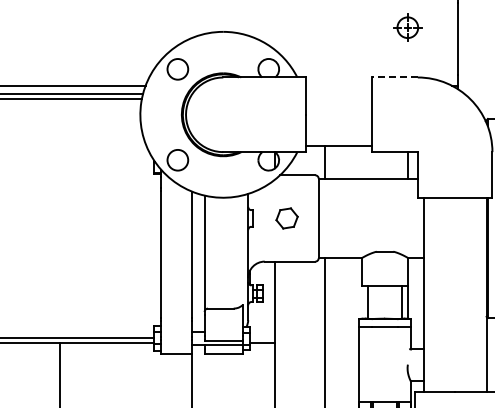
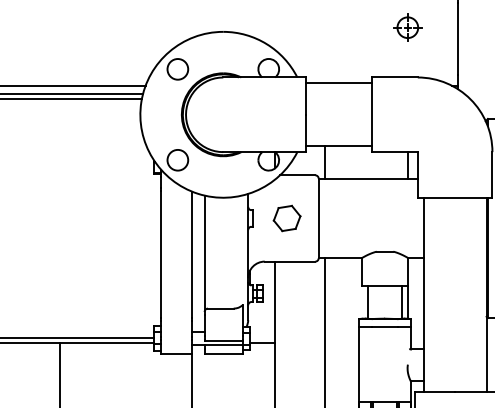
line at (394, 77): dashed -> solid
line at (339, 83): none -> present
part at (286, 218) size: 24x23 px -> 30x29 px
